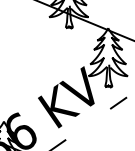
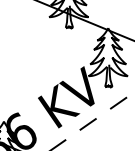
line at (87, 124): none -> present
